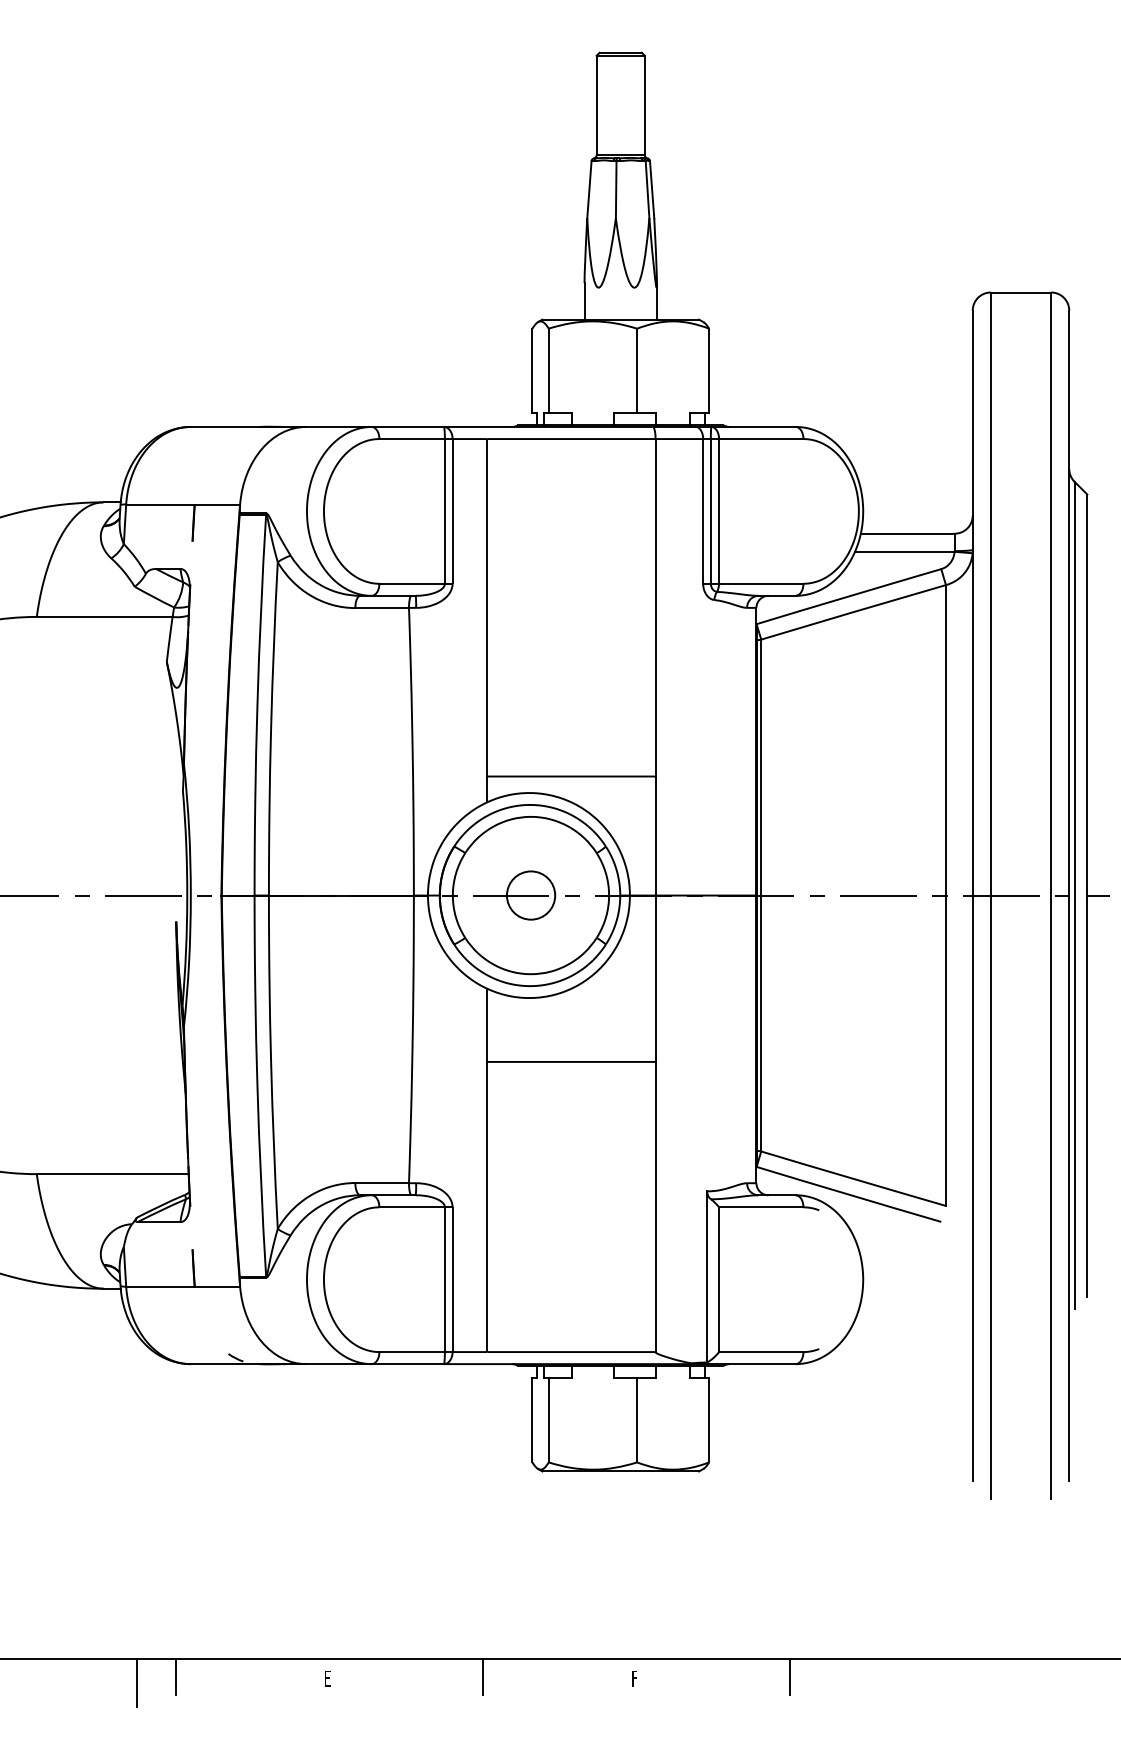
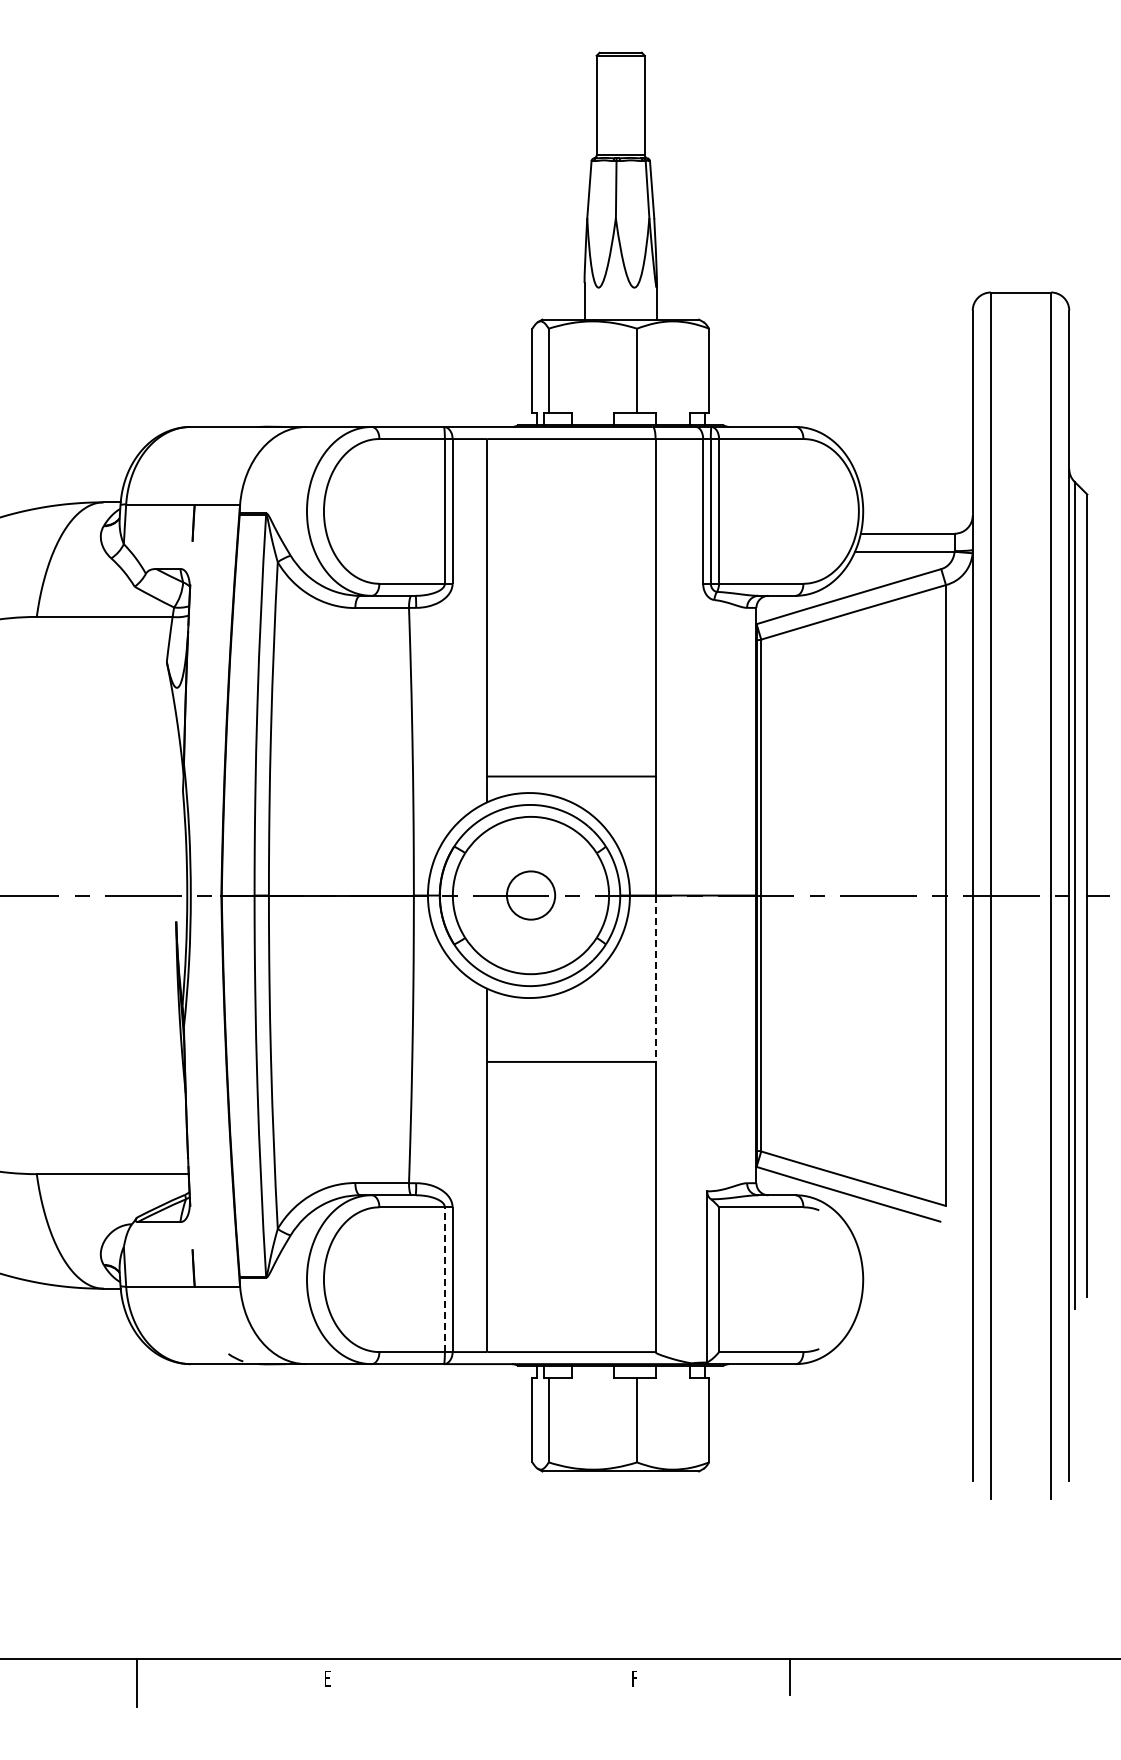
line at (655, 979): solid -> dashed
line at (444, 1280): solid -> dashed
line at (175, 1676): present -> none
line at (483, 1676): present -> none
